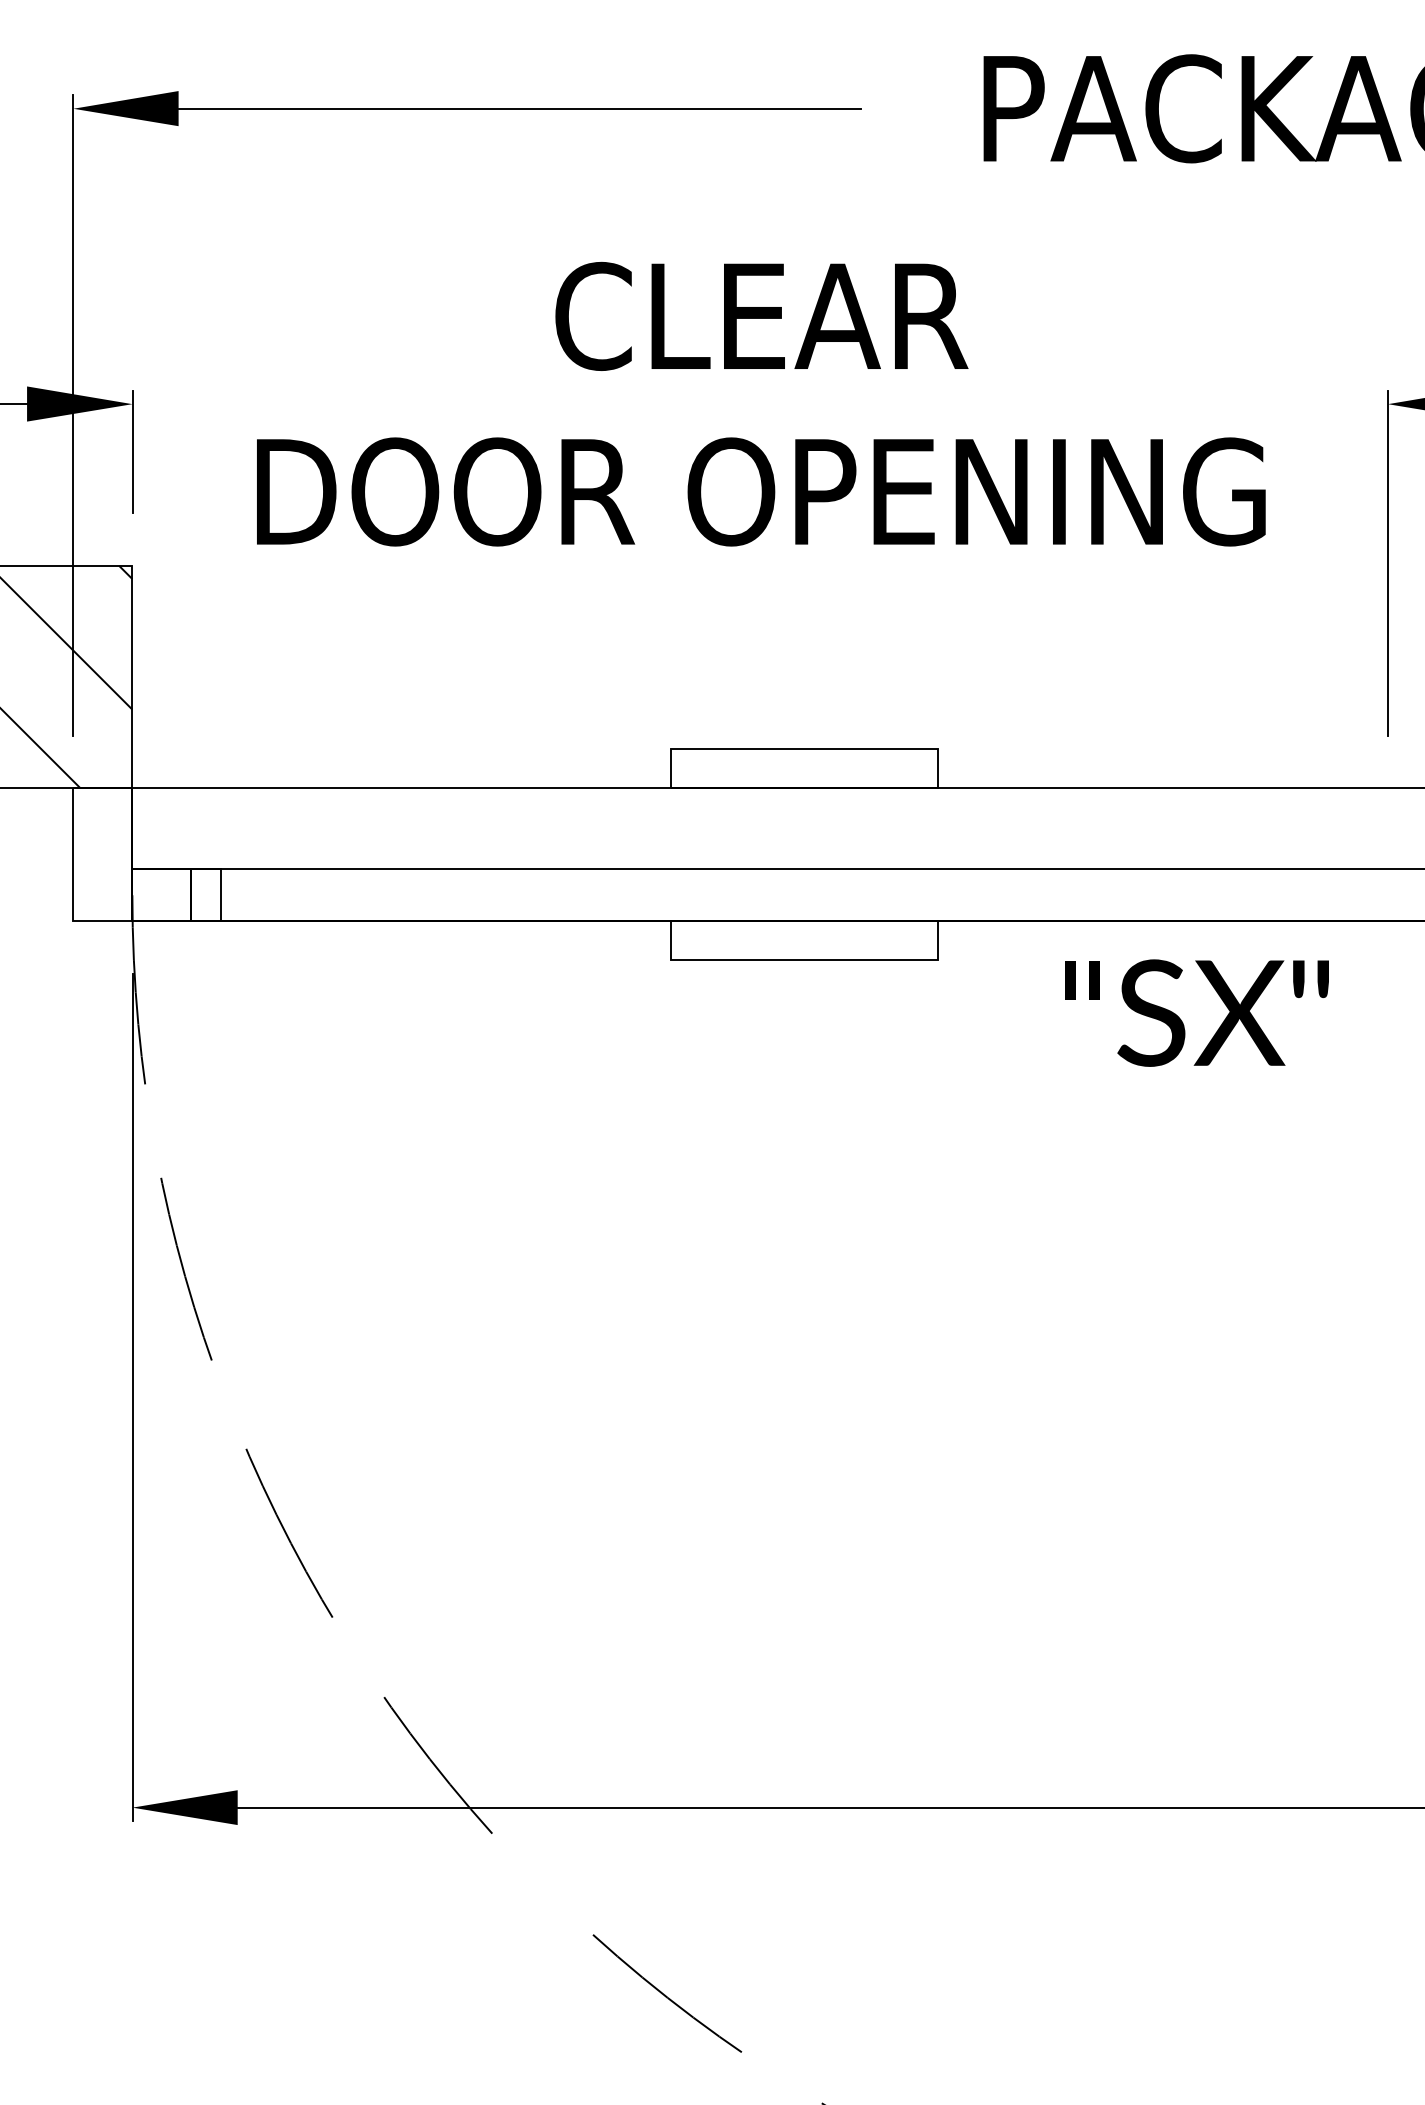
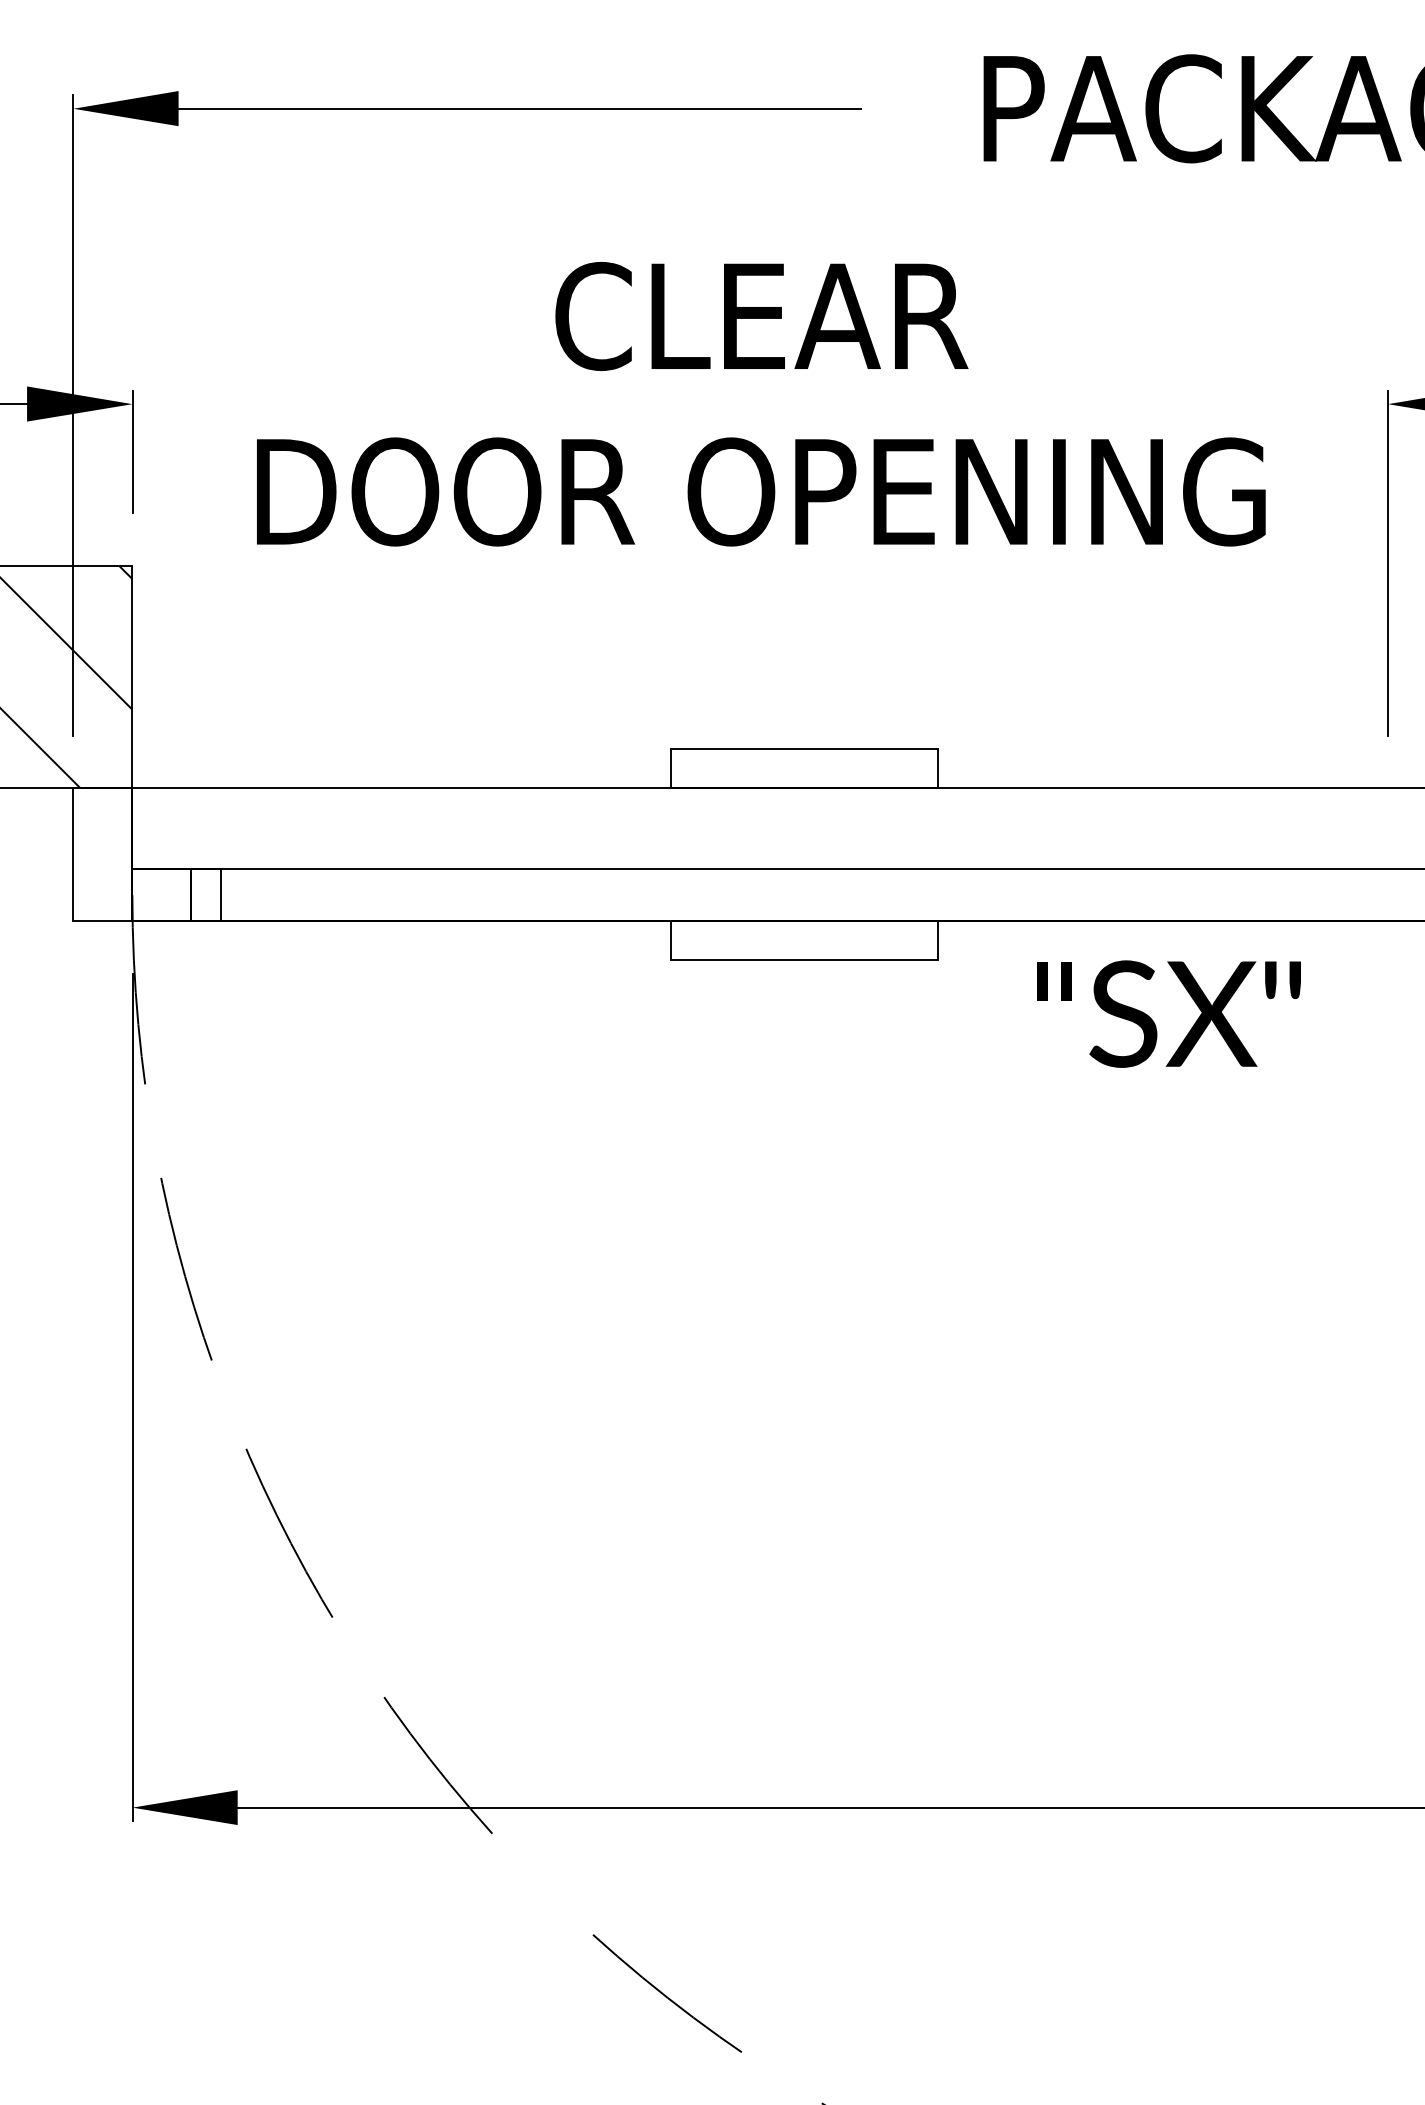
text at (1196, 1012) position: (1196, 1012) -> (1168, 1013)
